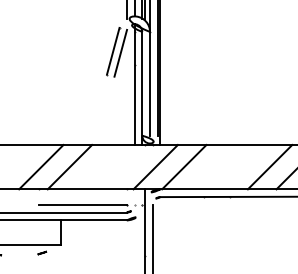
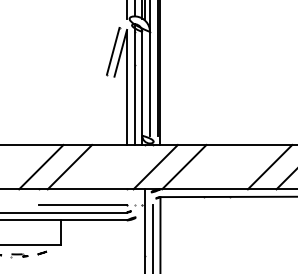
line at (126, 87): none -> present
line at (160, 233): none -> present
part at (19, 255): none -> present
